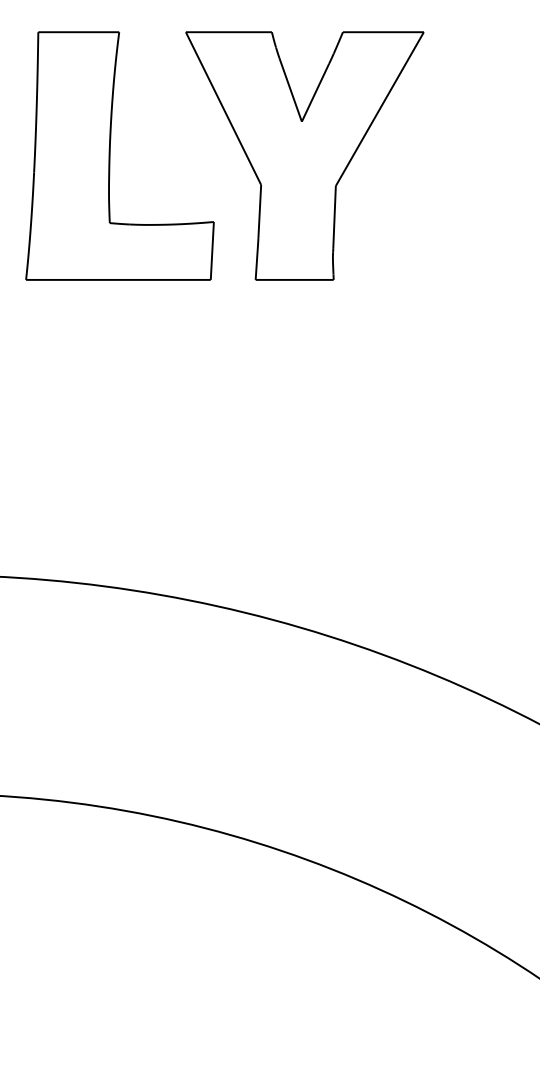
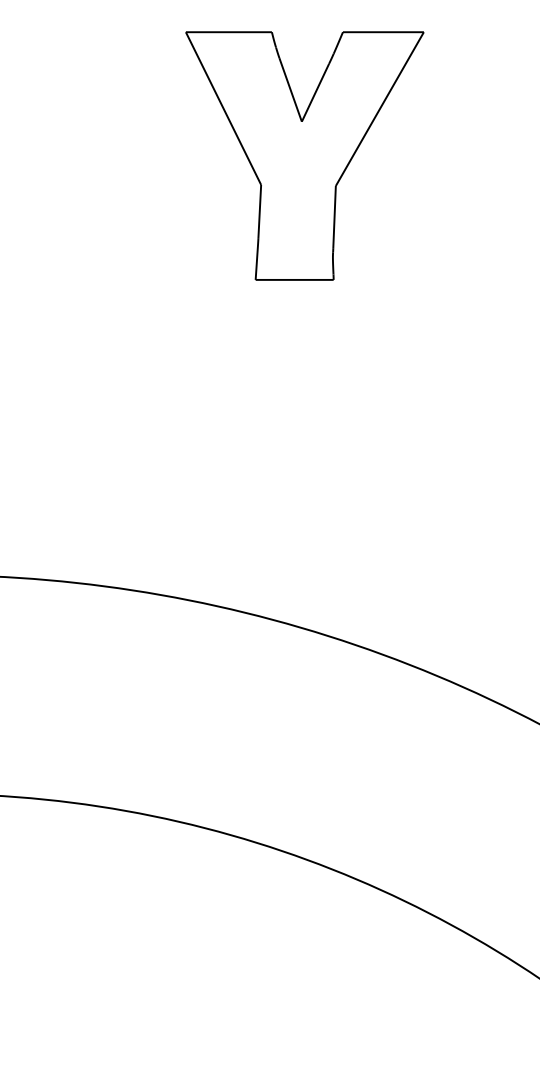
part at (110, 155): present -> none
